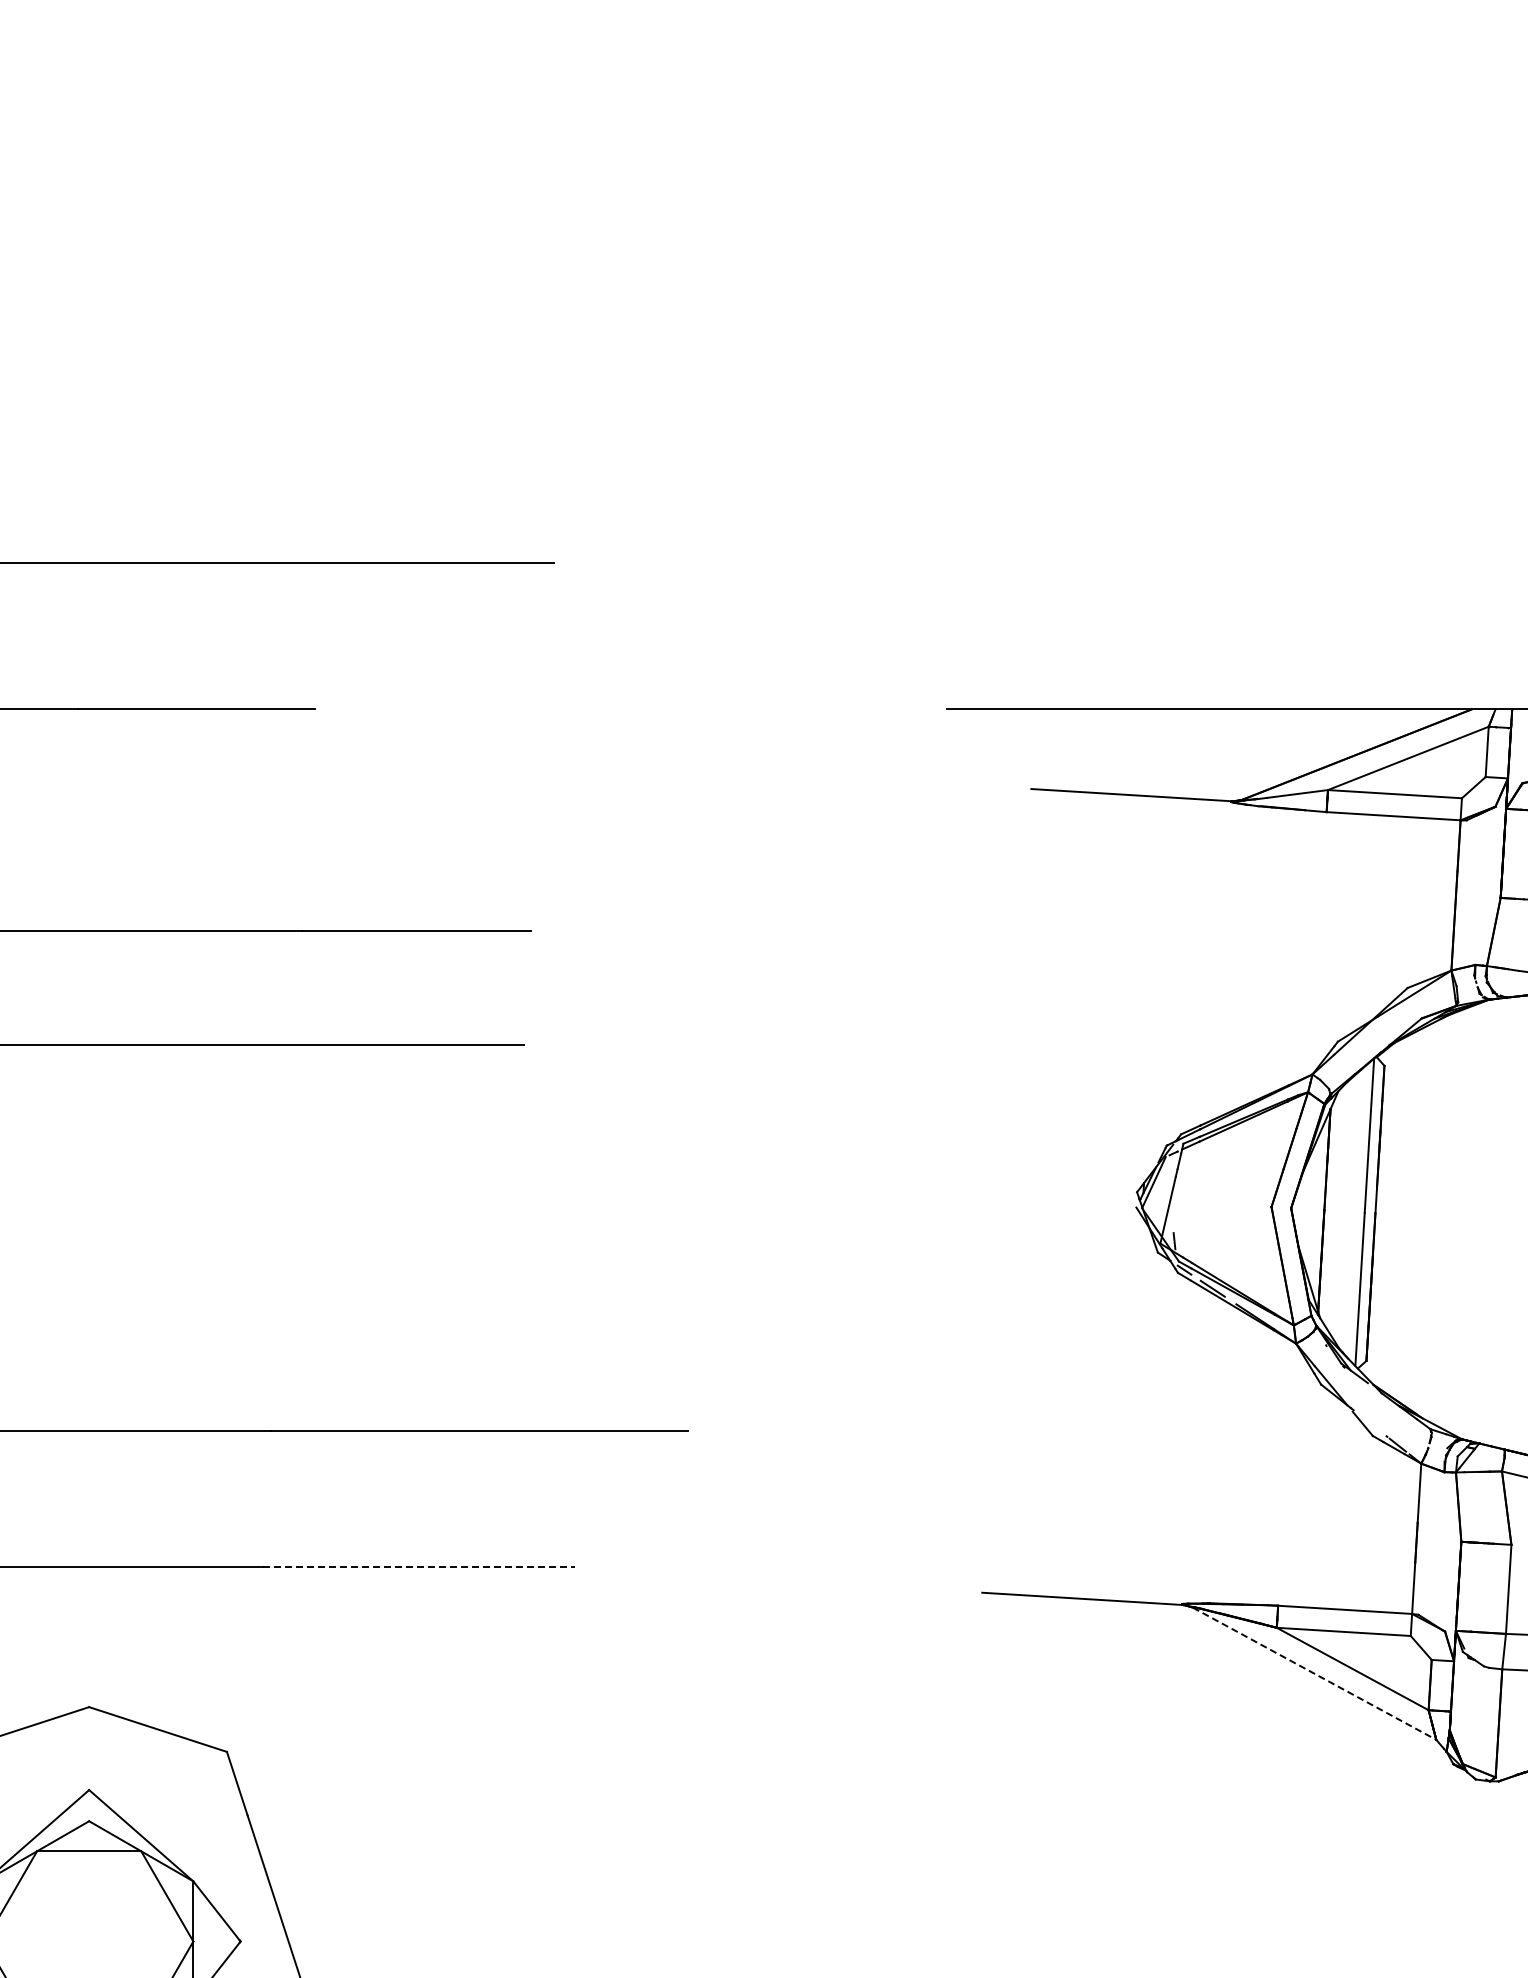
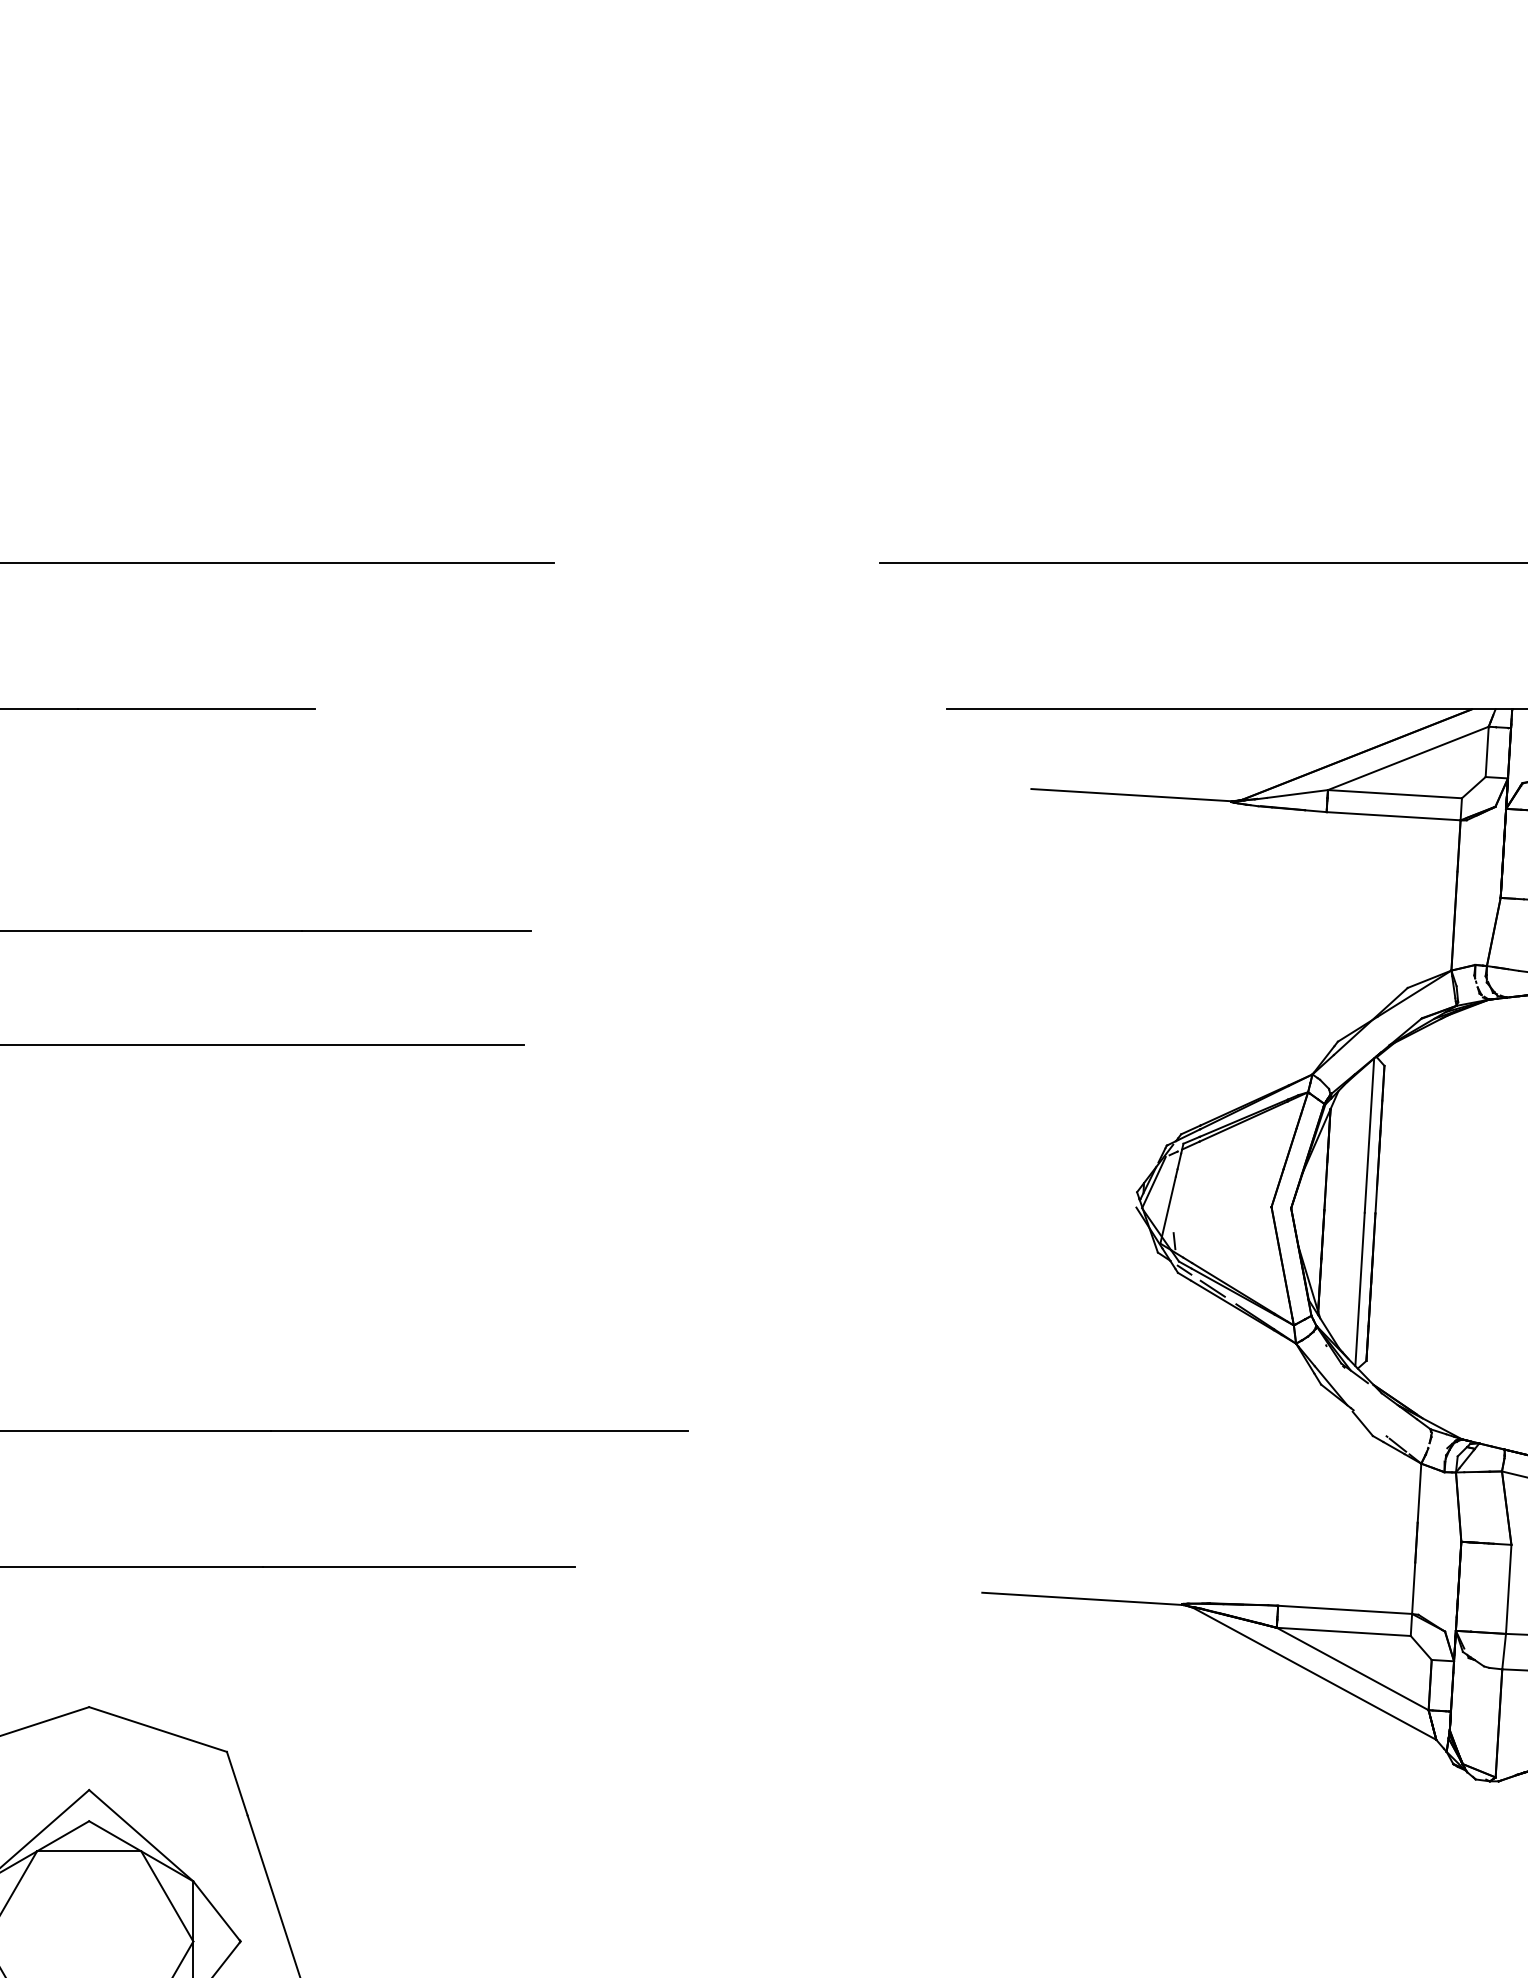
line at (1201, 563): none -> present
line at (418, 1567): dashed -> solid
line at (1315, 1674): dashed -> solid
